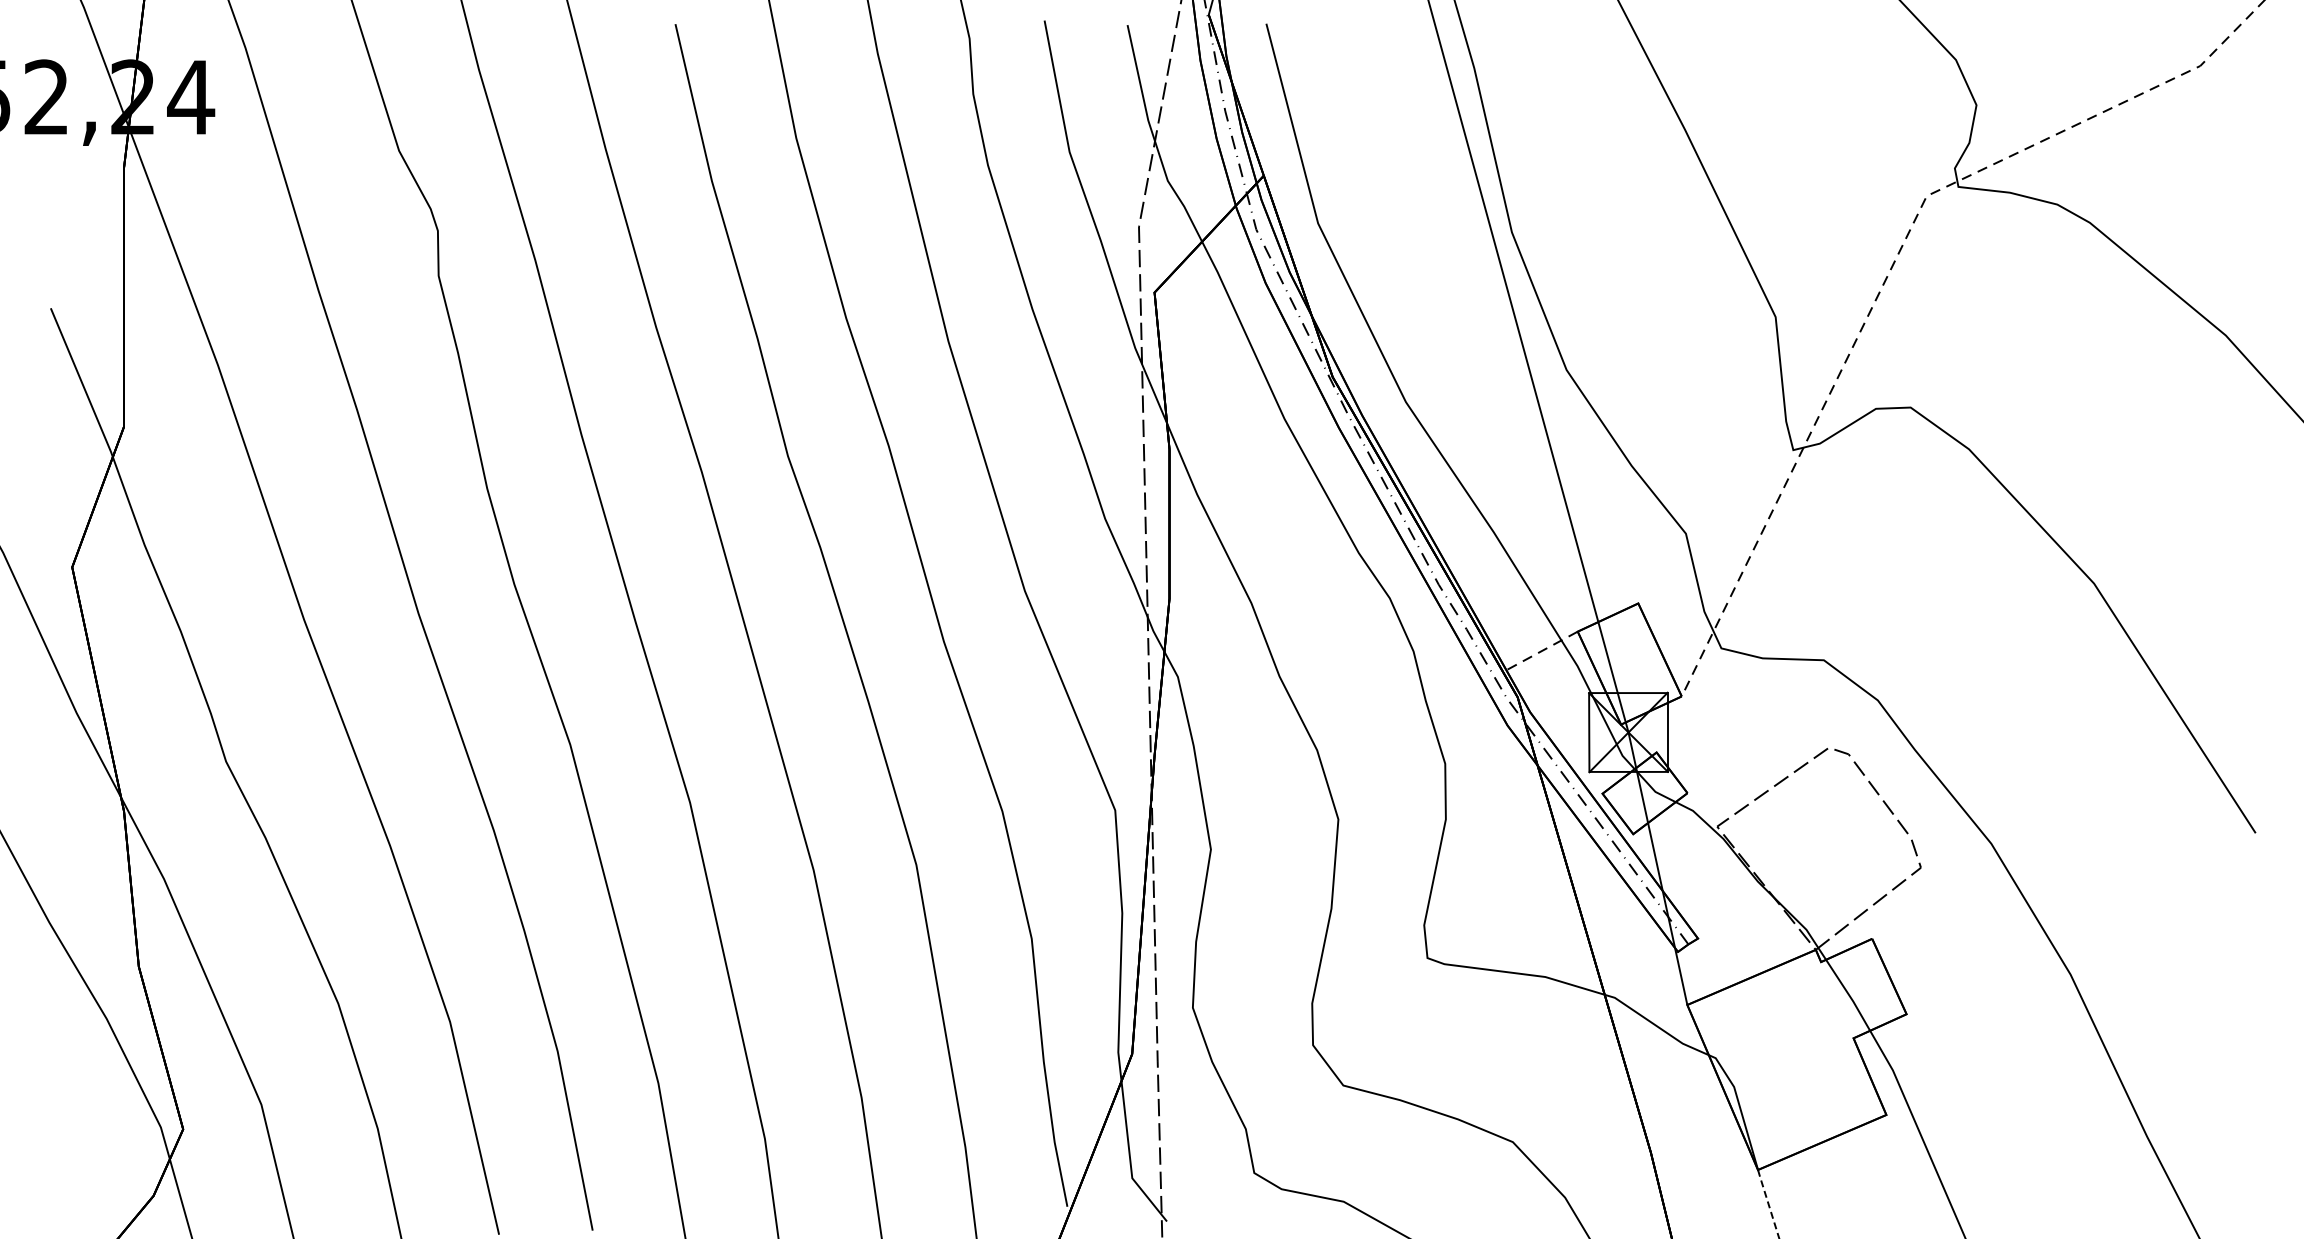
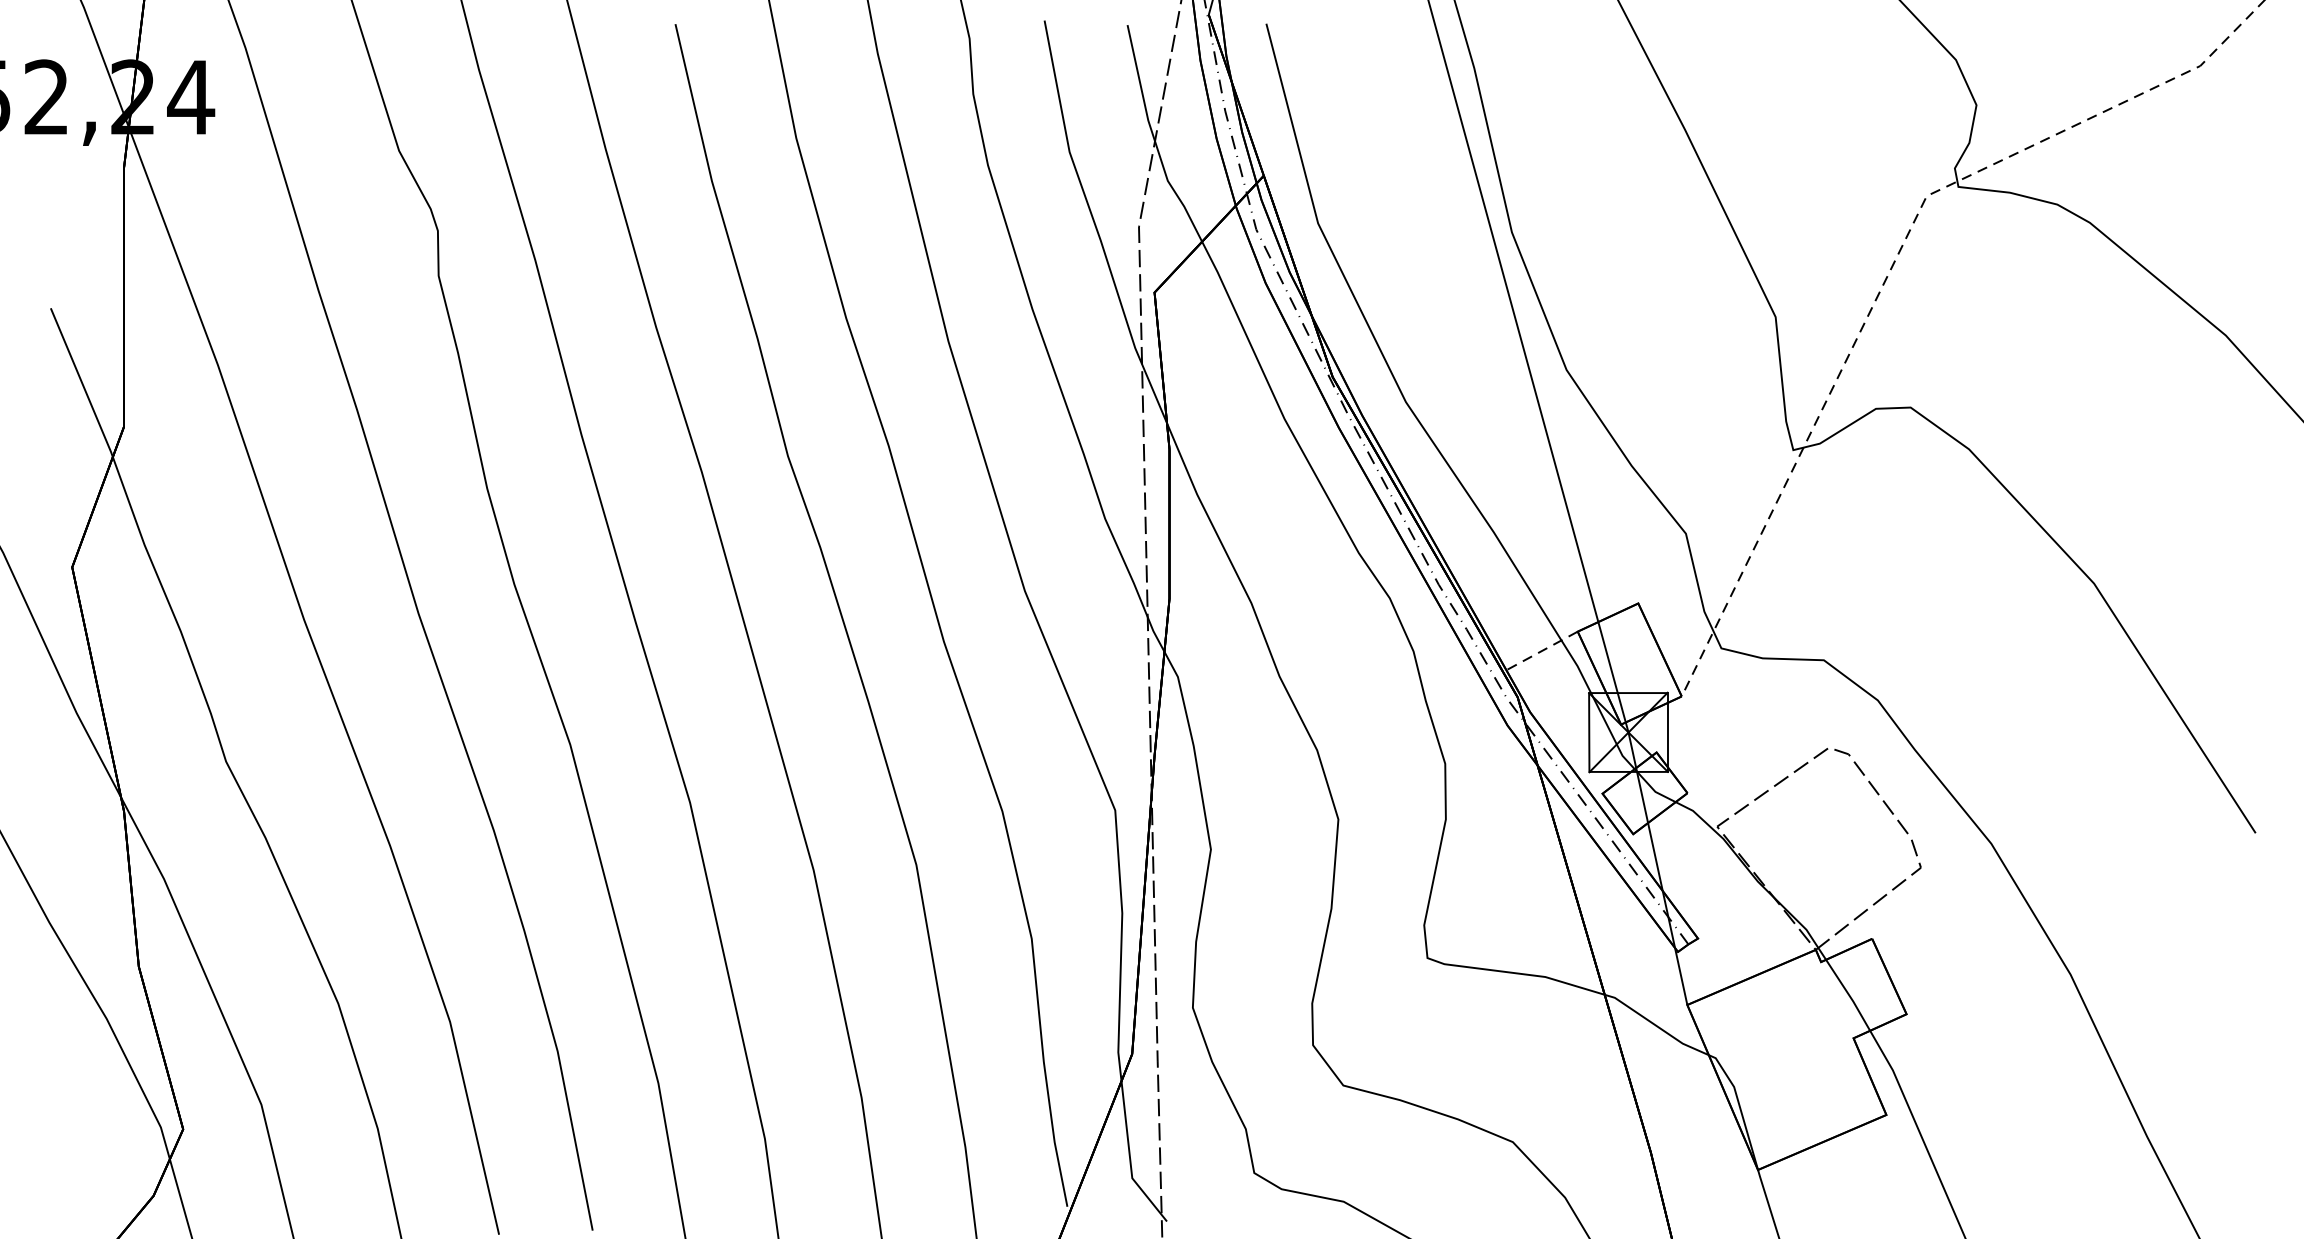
line at (1768, 1203): dashed -> solid
